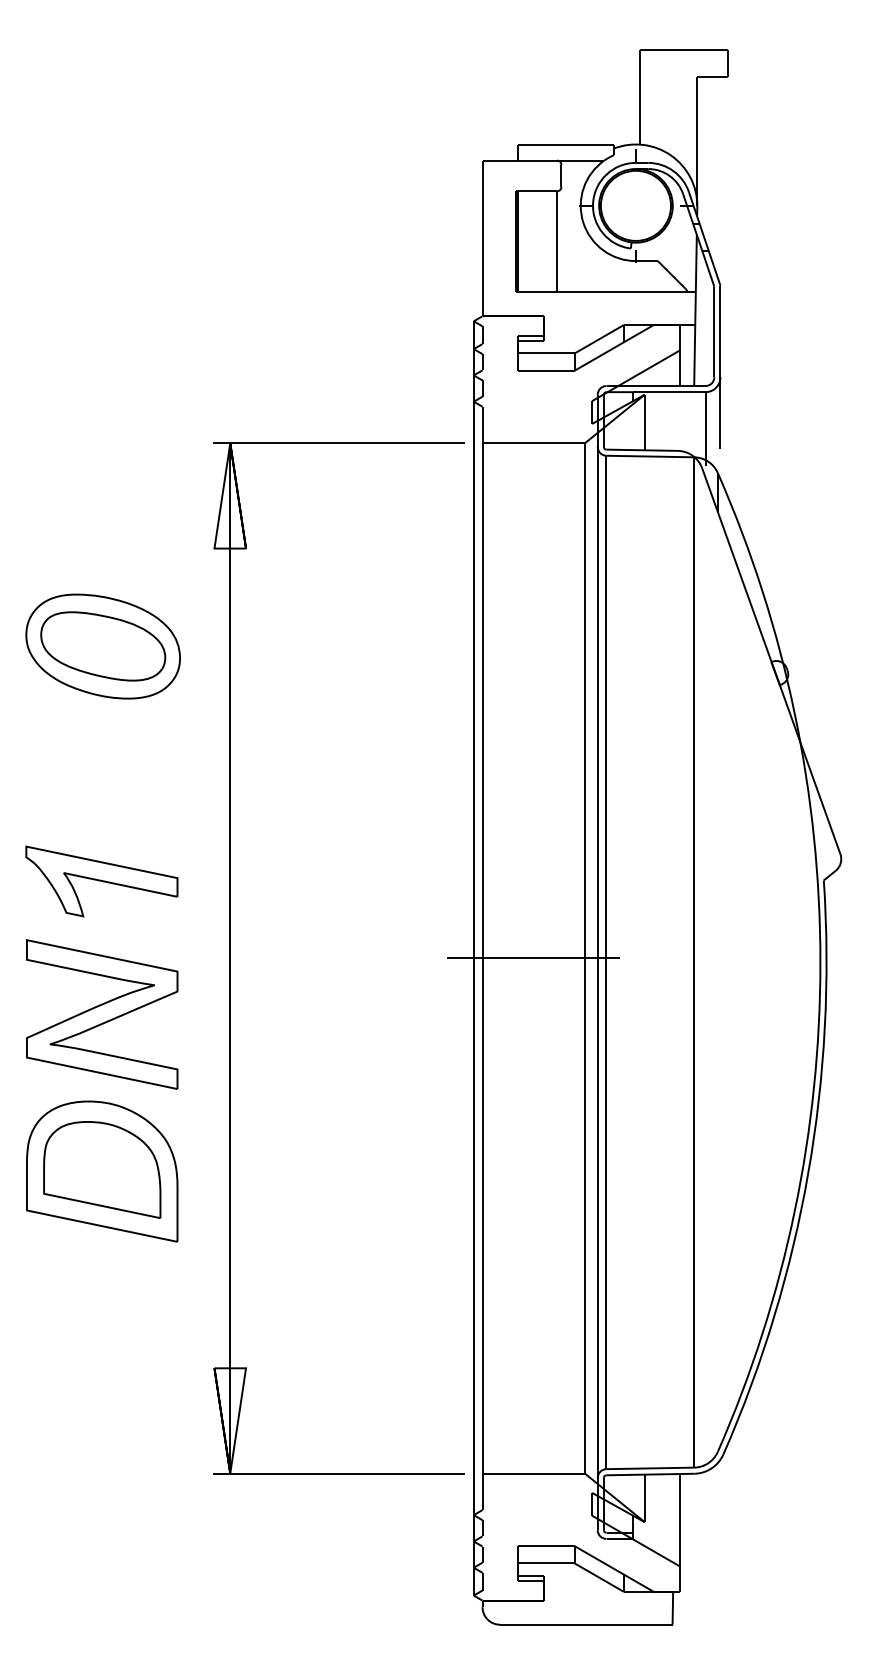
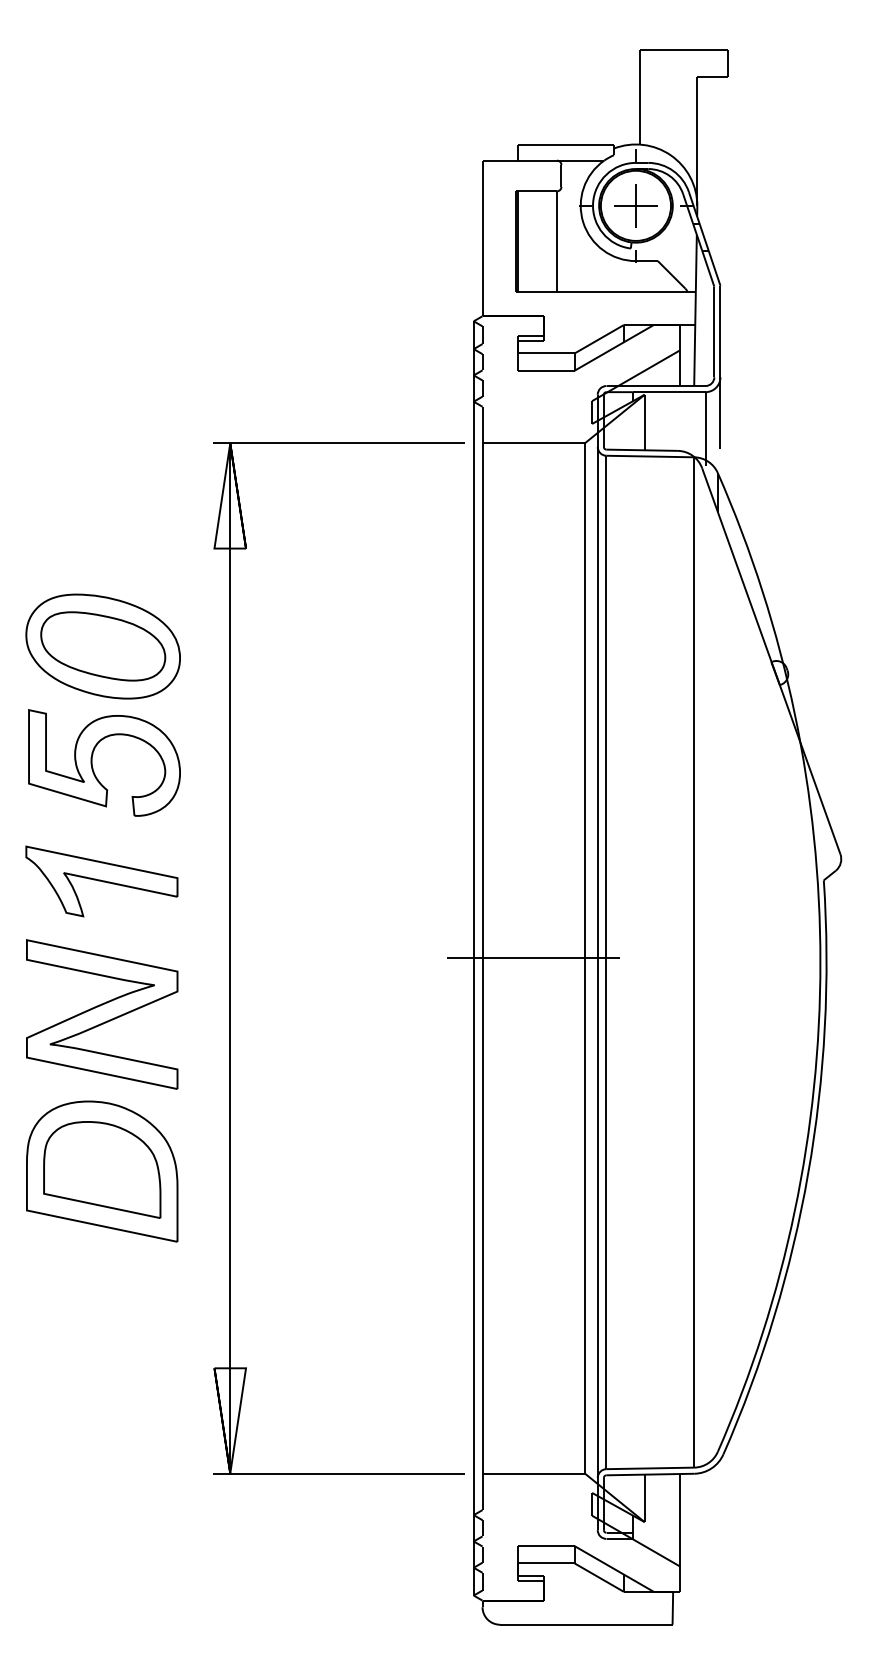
part at (635, 205): none -> present
part at (92, 762): none -> present
